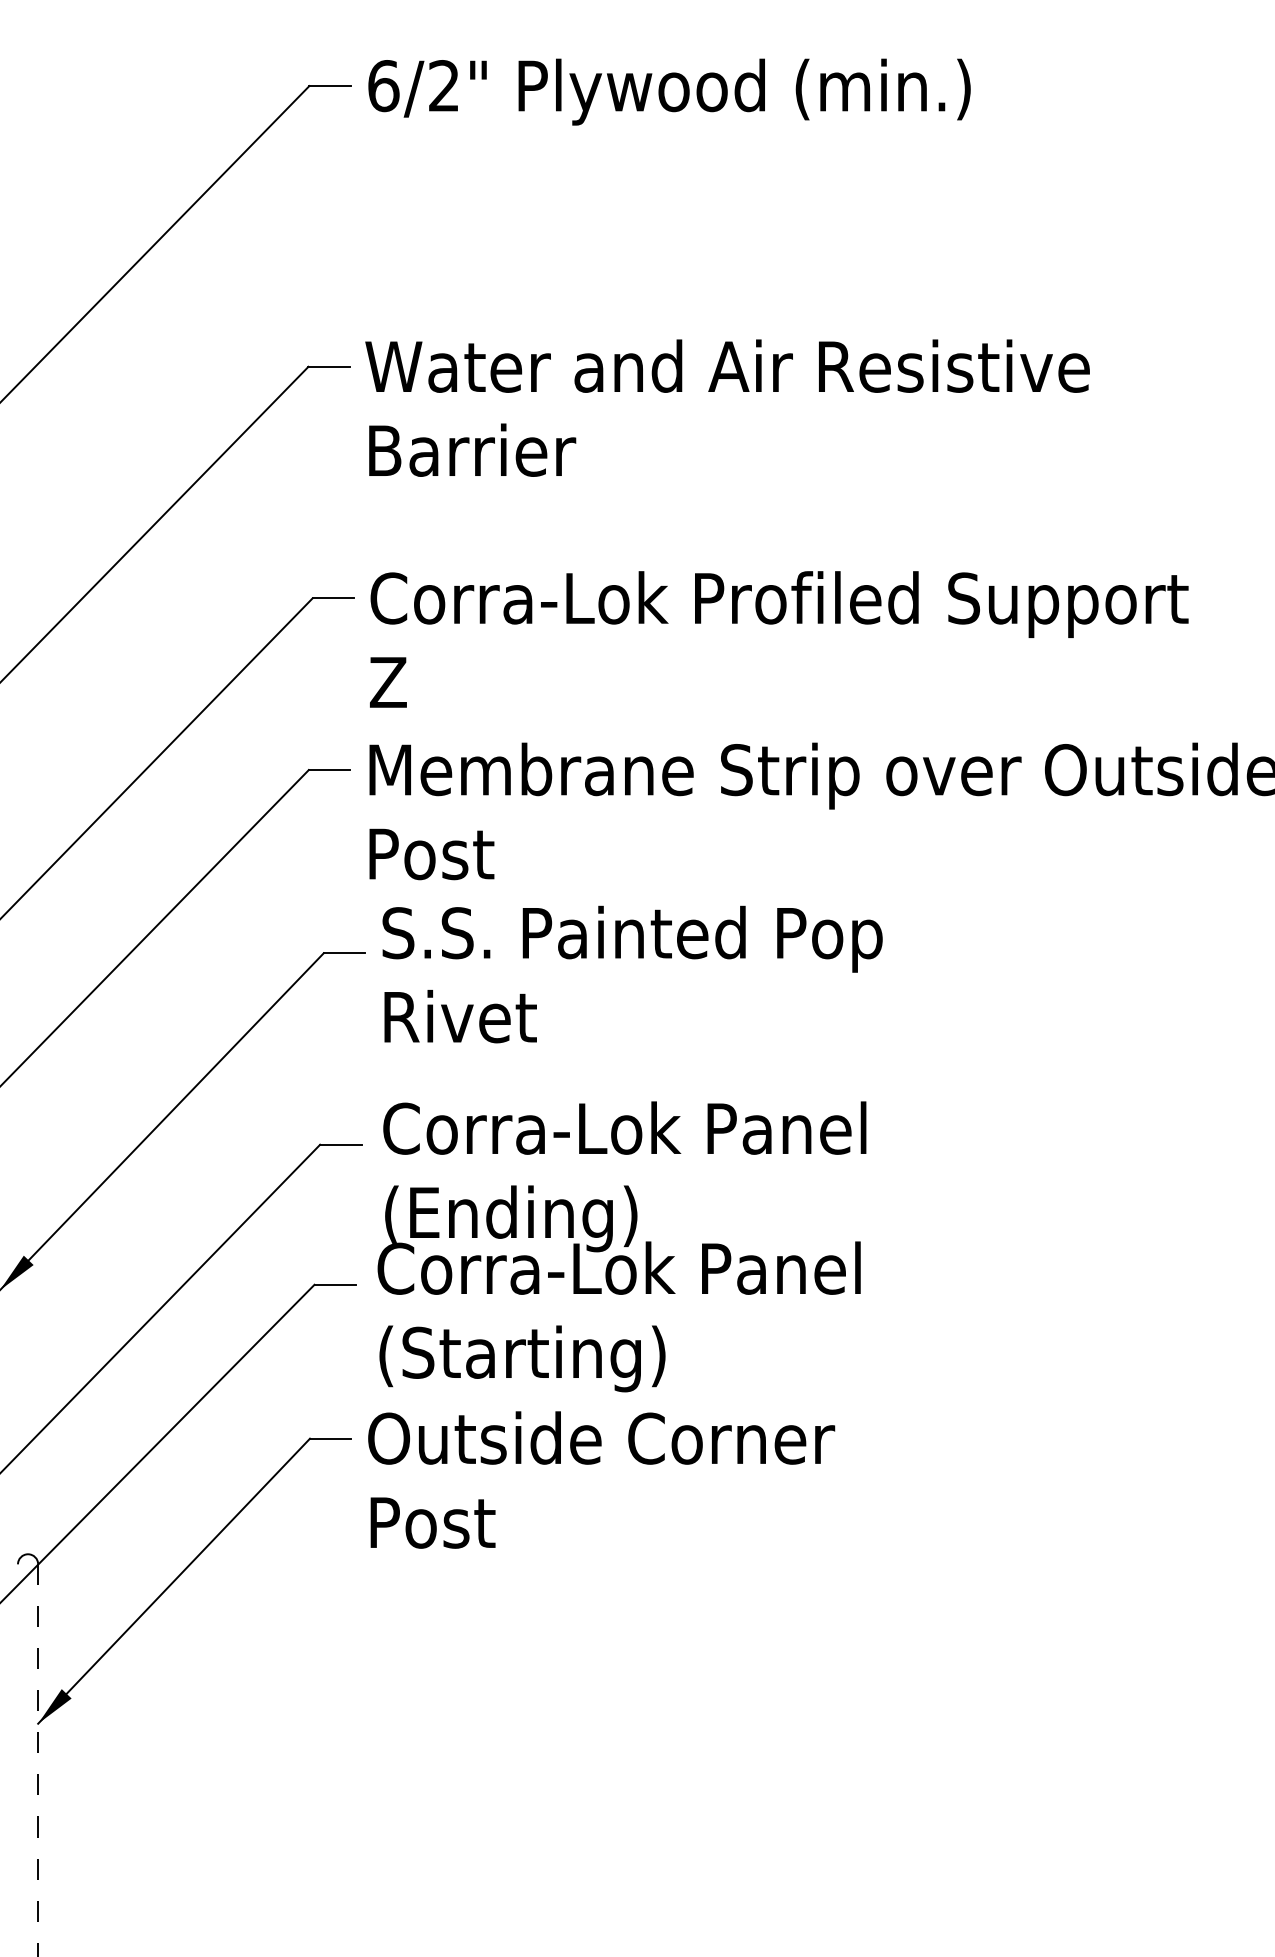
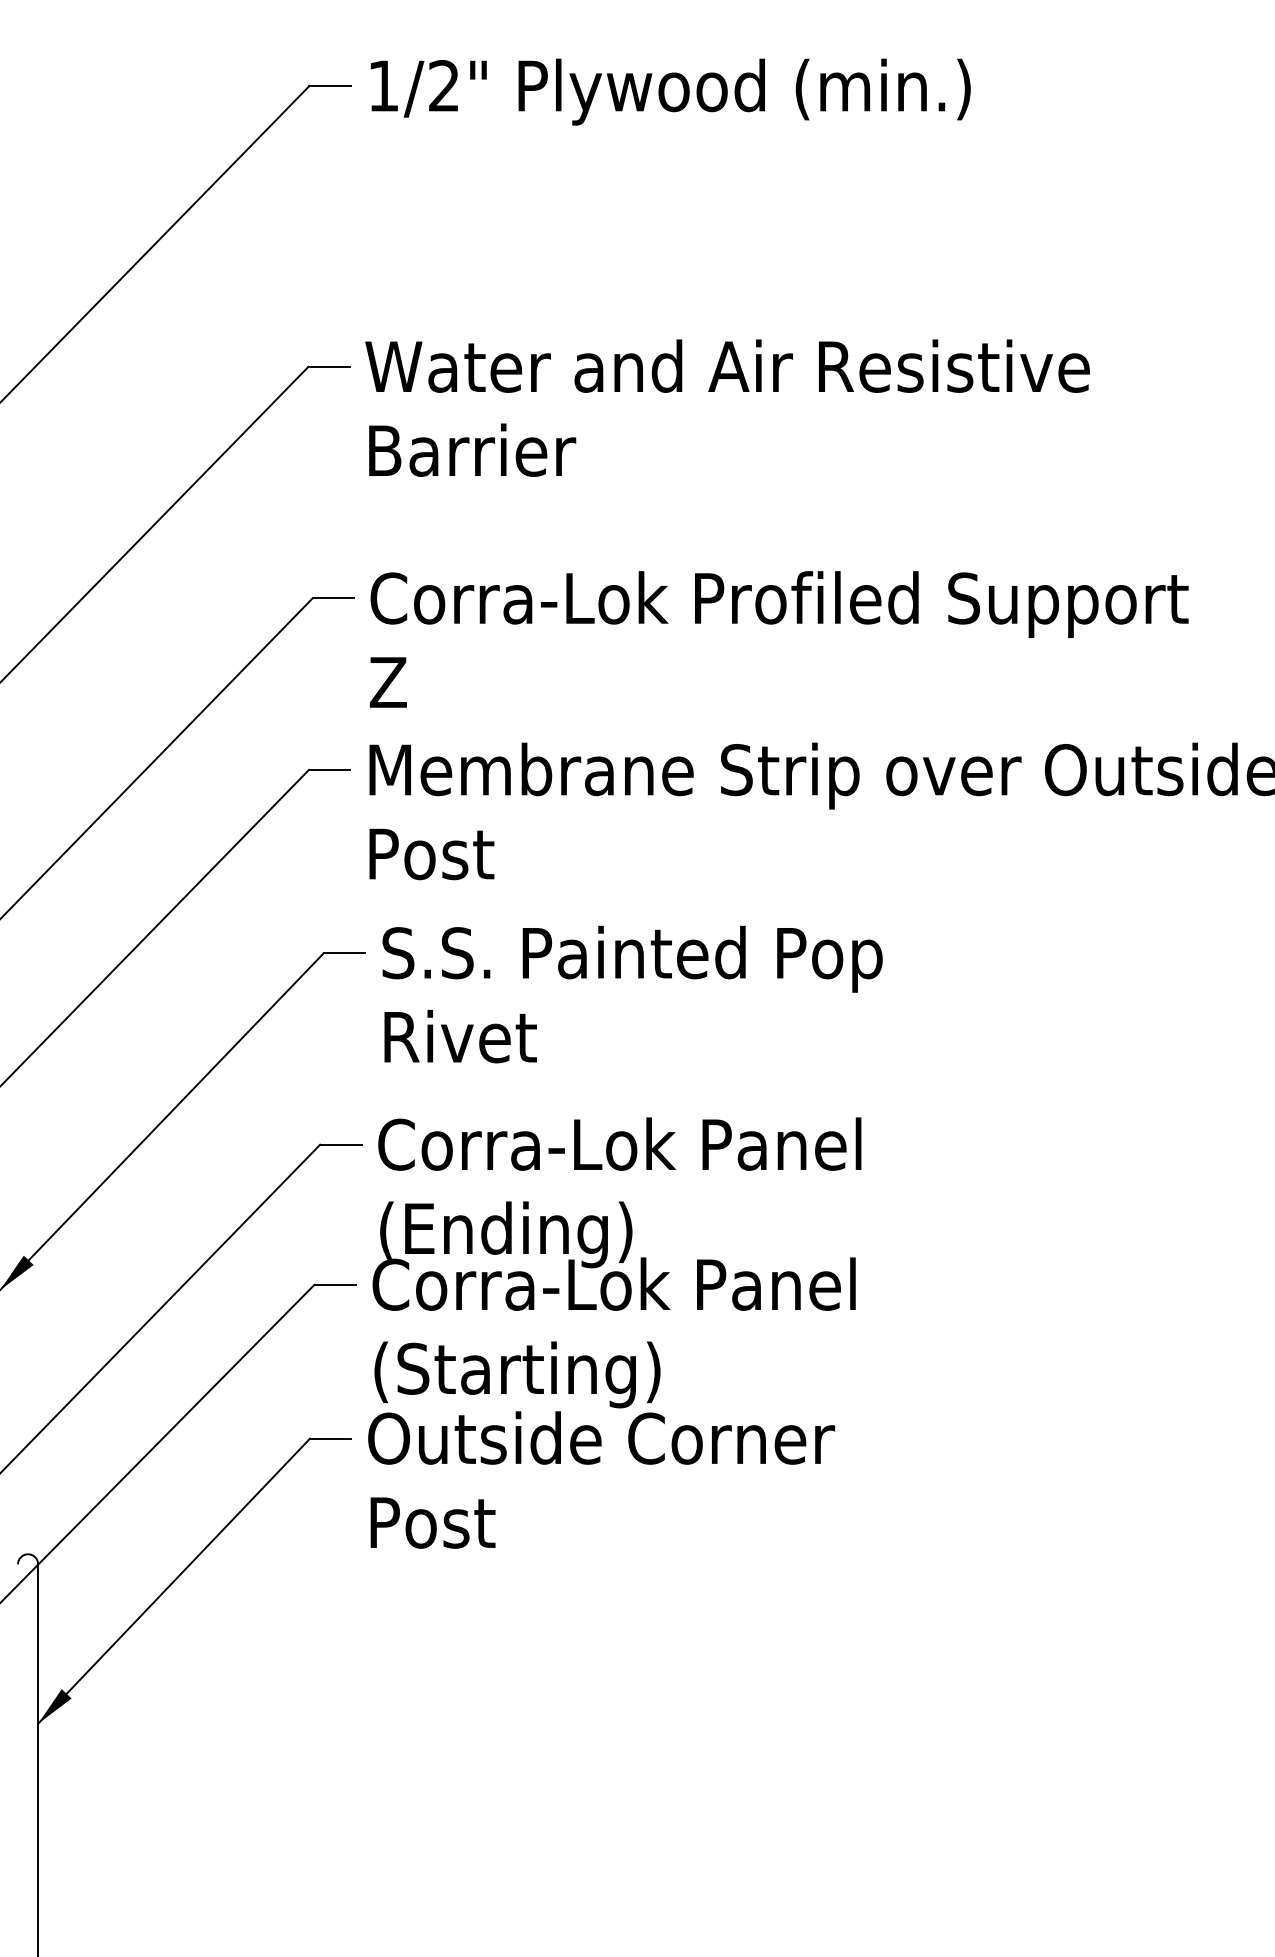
text at (383, 86): 6/2" -> 1/2"
text at (632, 974) position: (632, 974) -> (632, 994)
text at (621, 1246) position: (621, 1246) -> (616, 1262)
line at (38, 1760): dashed -> solid
